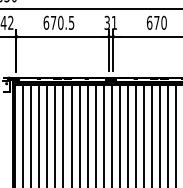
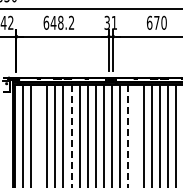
text at (62, 22): 670.5 -> 648.2
line at (39, 134): present -> none
line at (136, 134): present -> none
line at (71, 136): solid -> dashed
line at (127, 136): solid -> dashed
